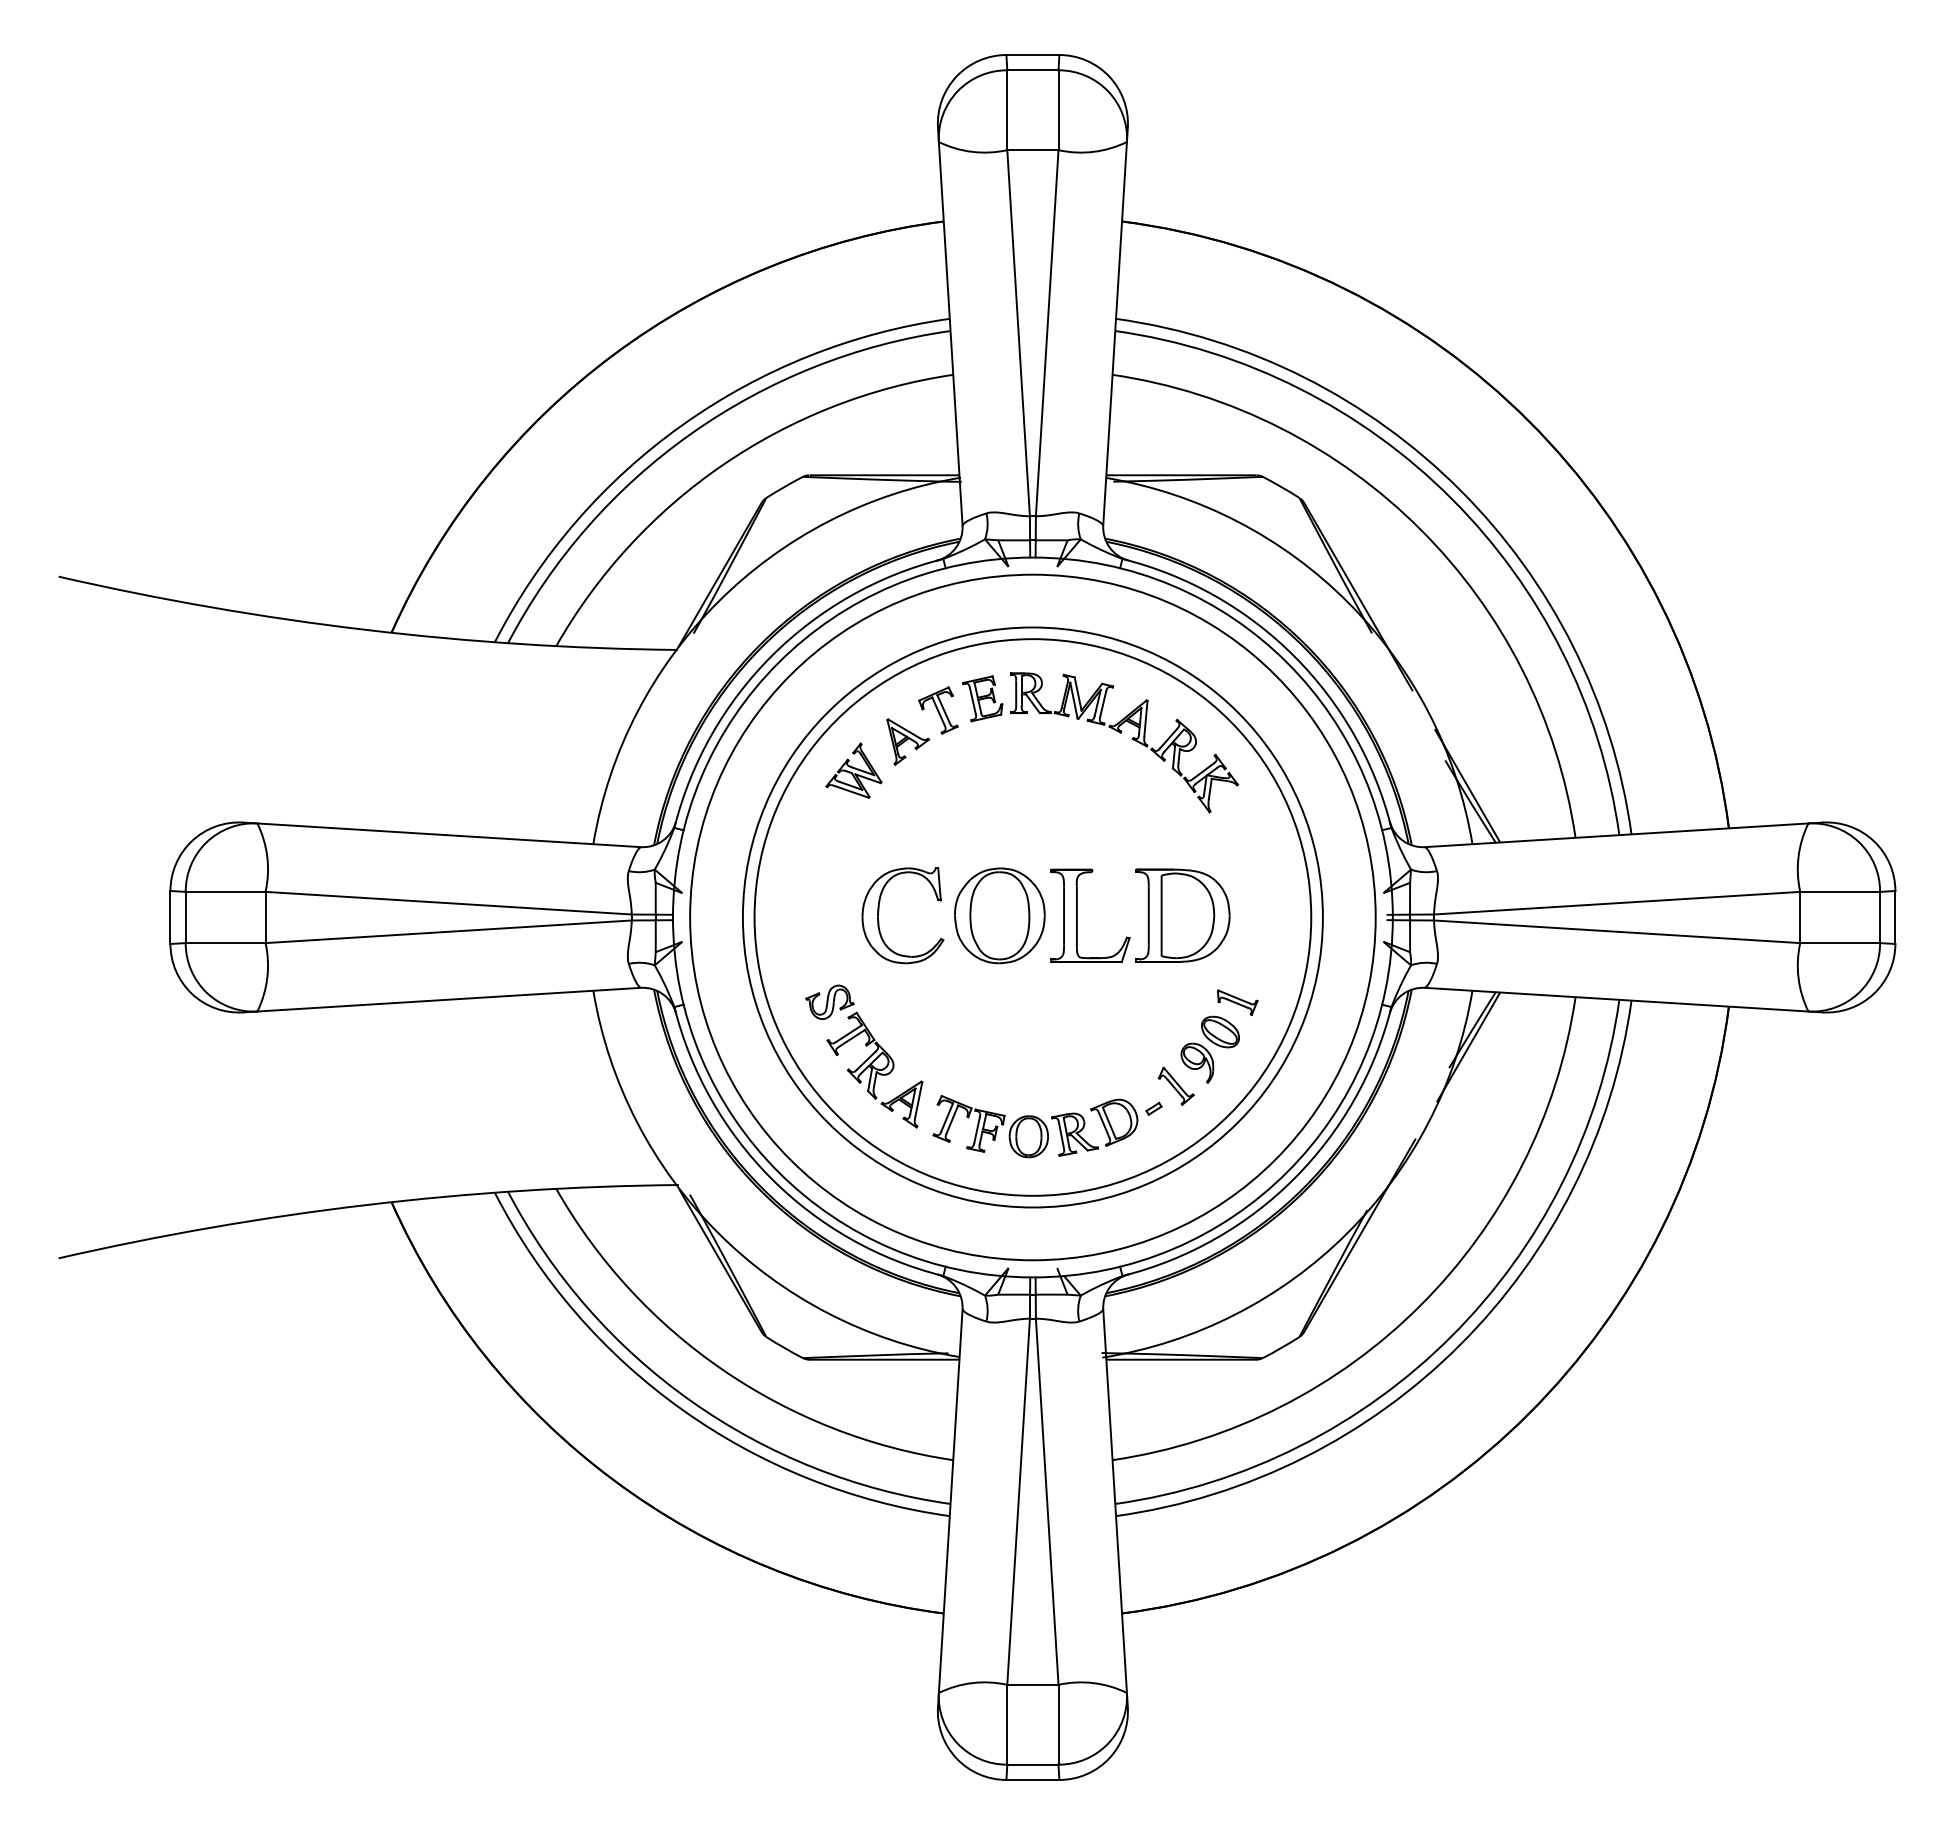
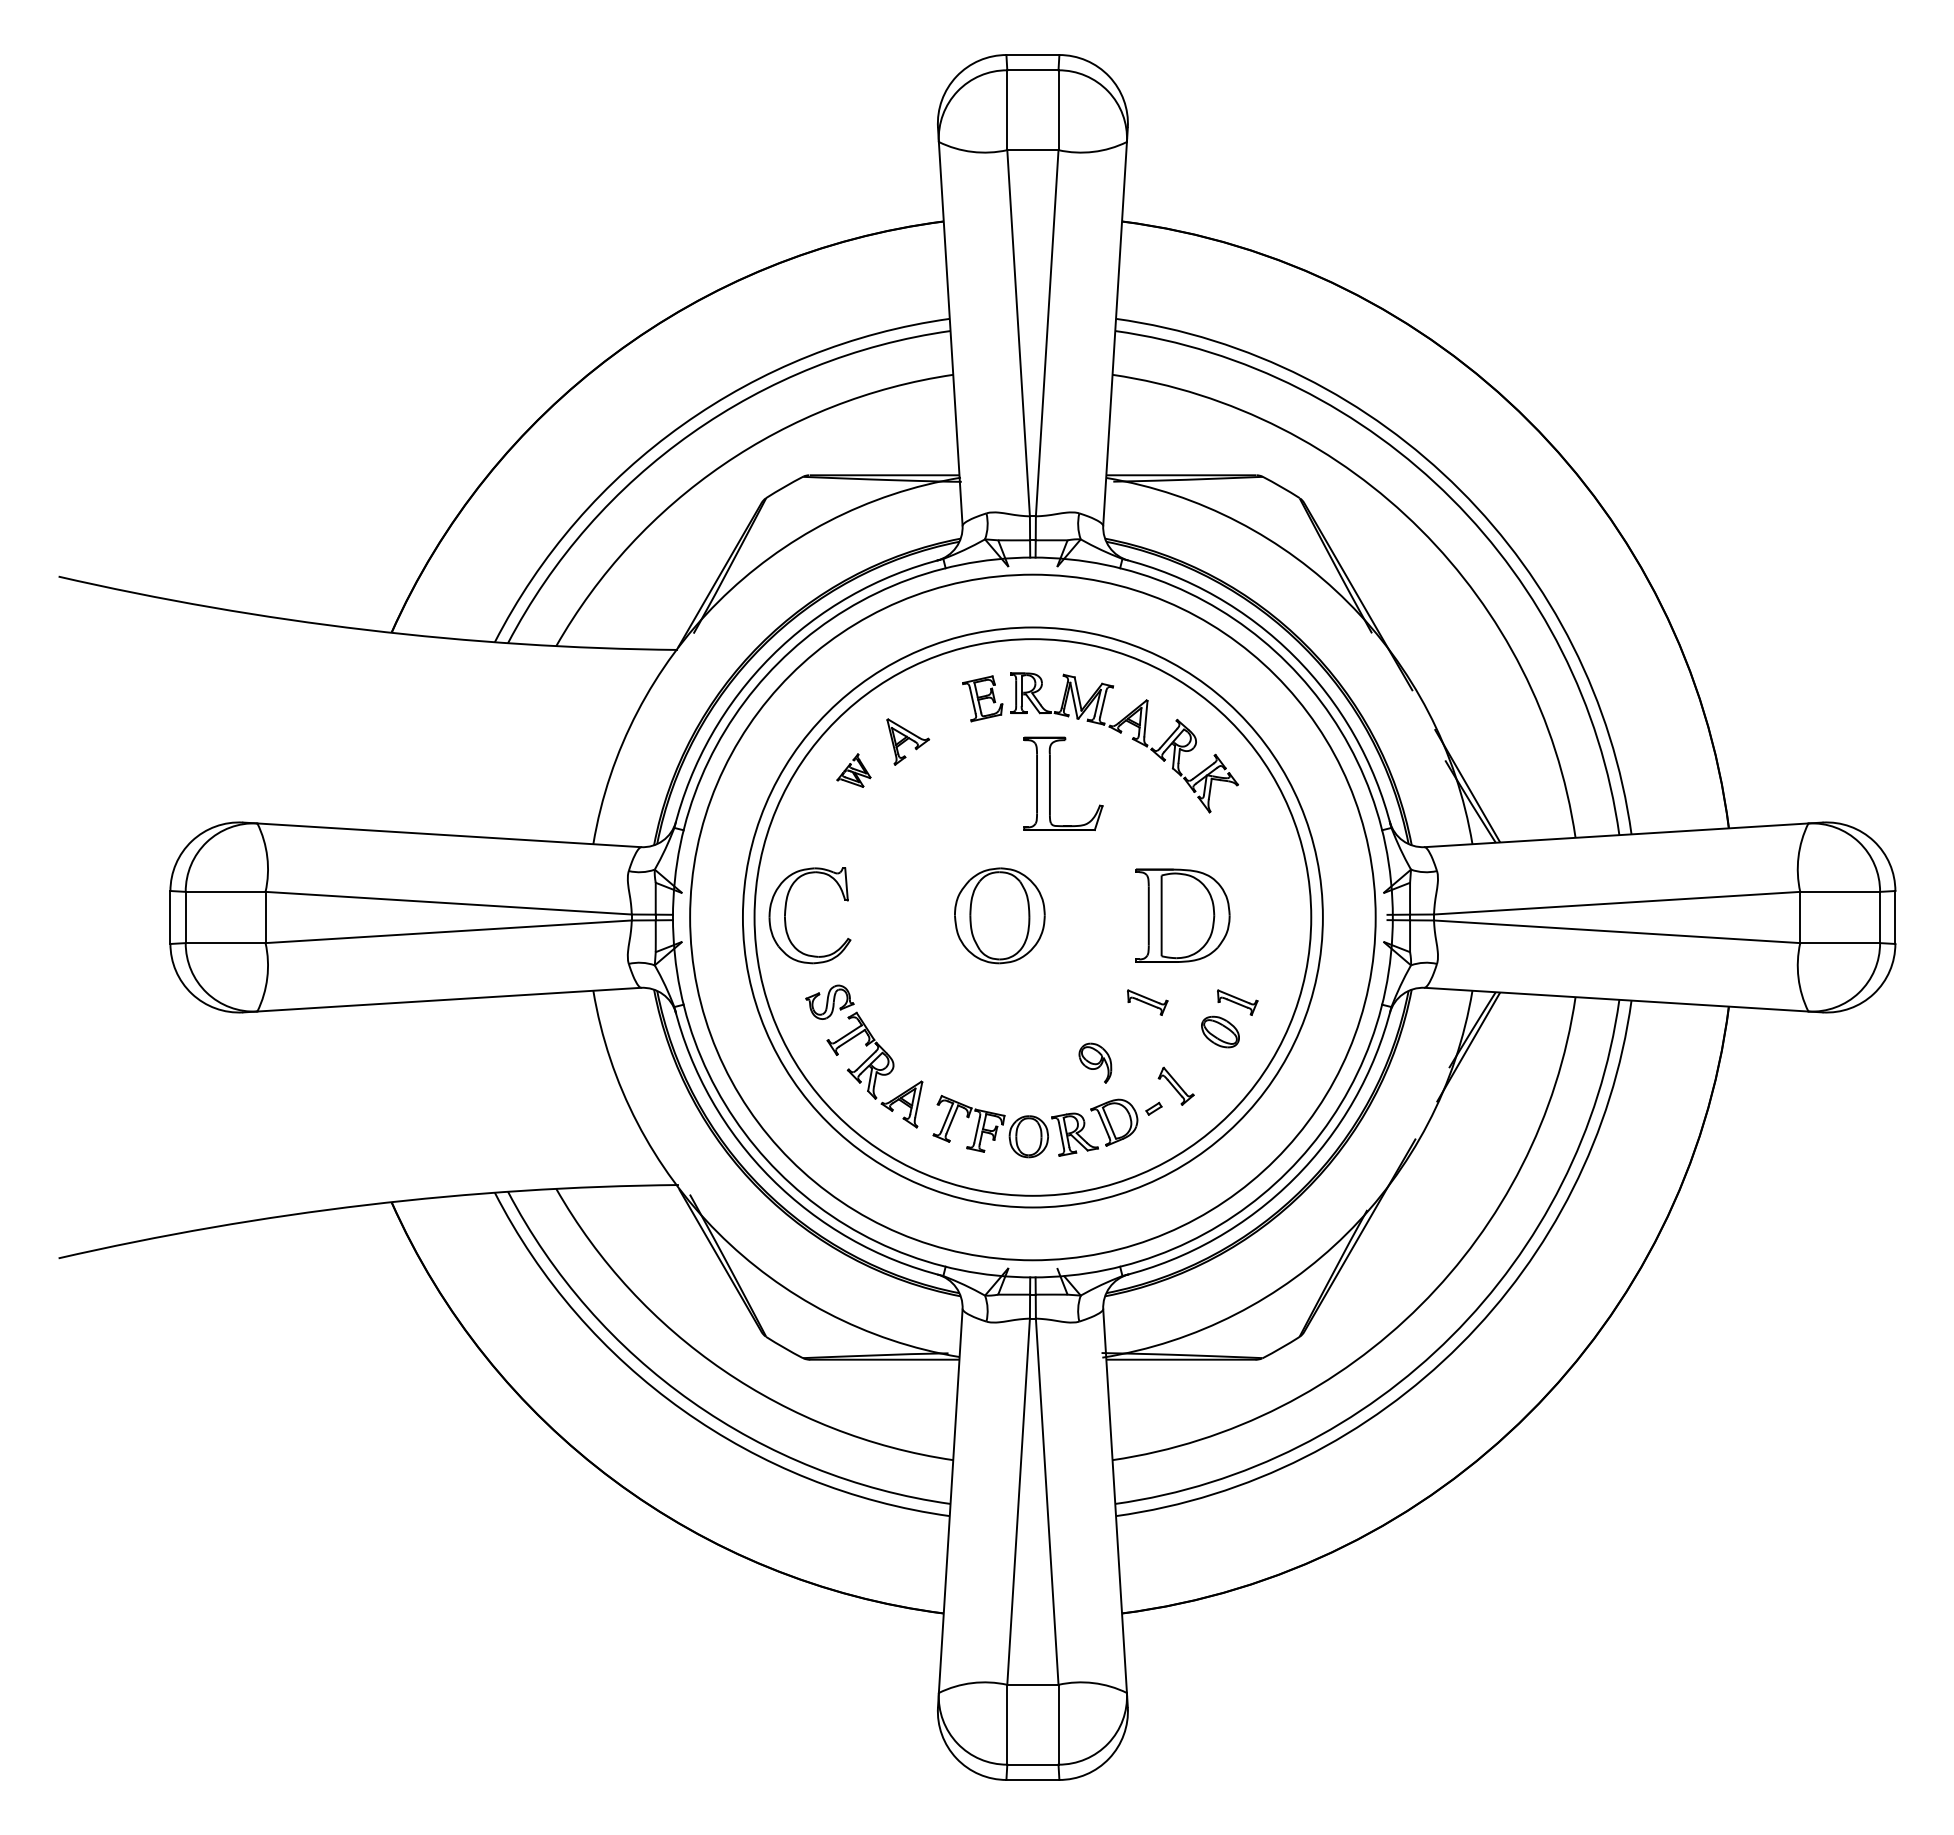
part at (938, 710): present -> none
part at (853, 770) size: 58x57 px -> 36x35 px
part at (879, 911) position: (879, 911) -> (786, 911)
part at (1077, 915) position: (1077, 915) -> (1050, 783)
part at (1147, 1002): none -> present
part at (1197, 1062) position: (1197, 1062) -> (1095, 1062)
